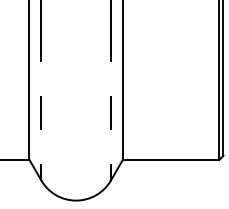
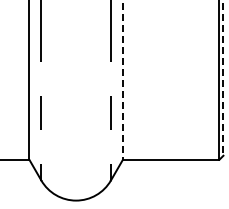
line at (223, 78): solid -> dashed
line at (122, 80): solid -> dashed
